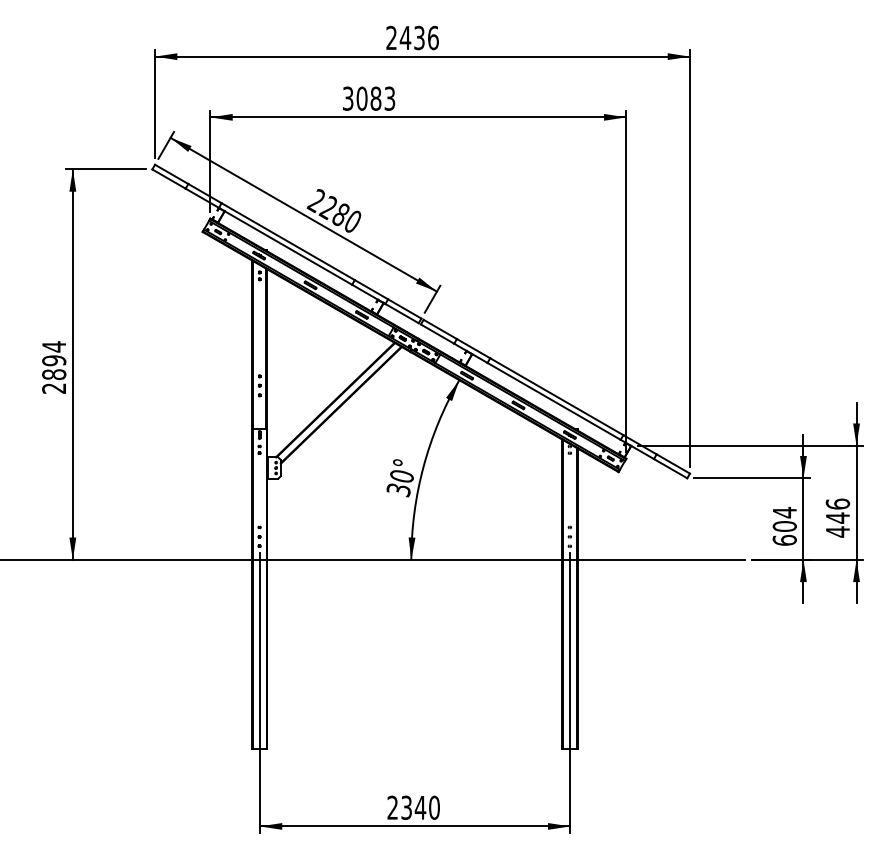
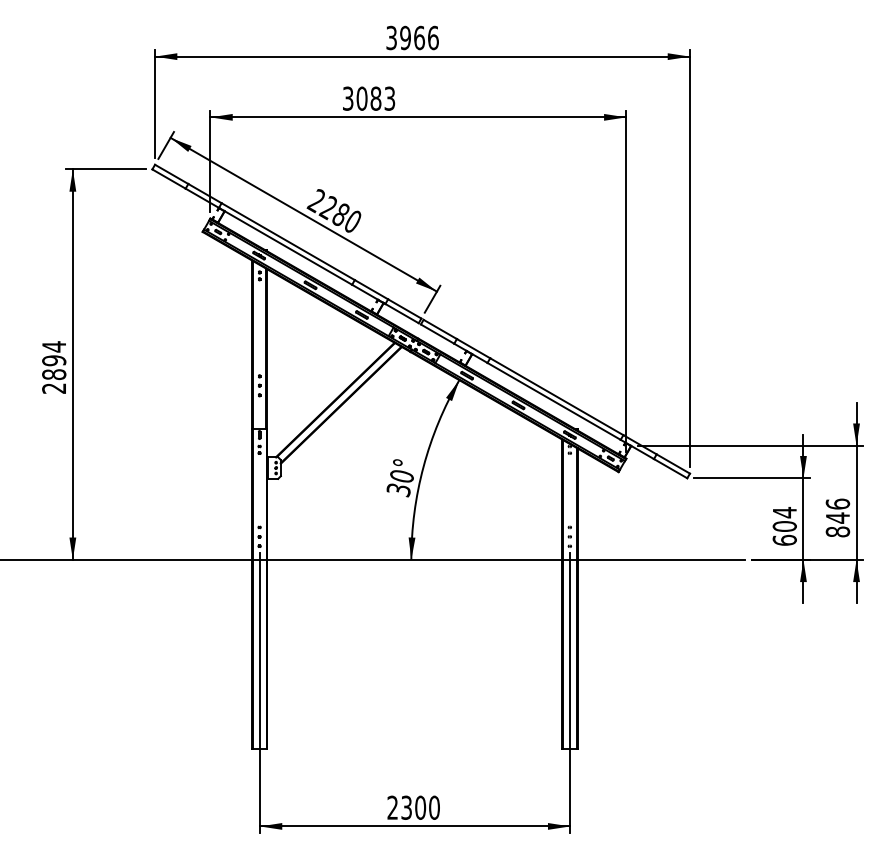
text at (405, 37): 2436 -> 3966
text at (837, 531): 446 -> 846
text at (420, 807): 2340 -> 2300
